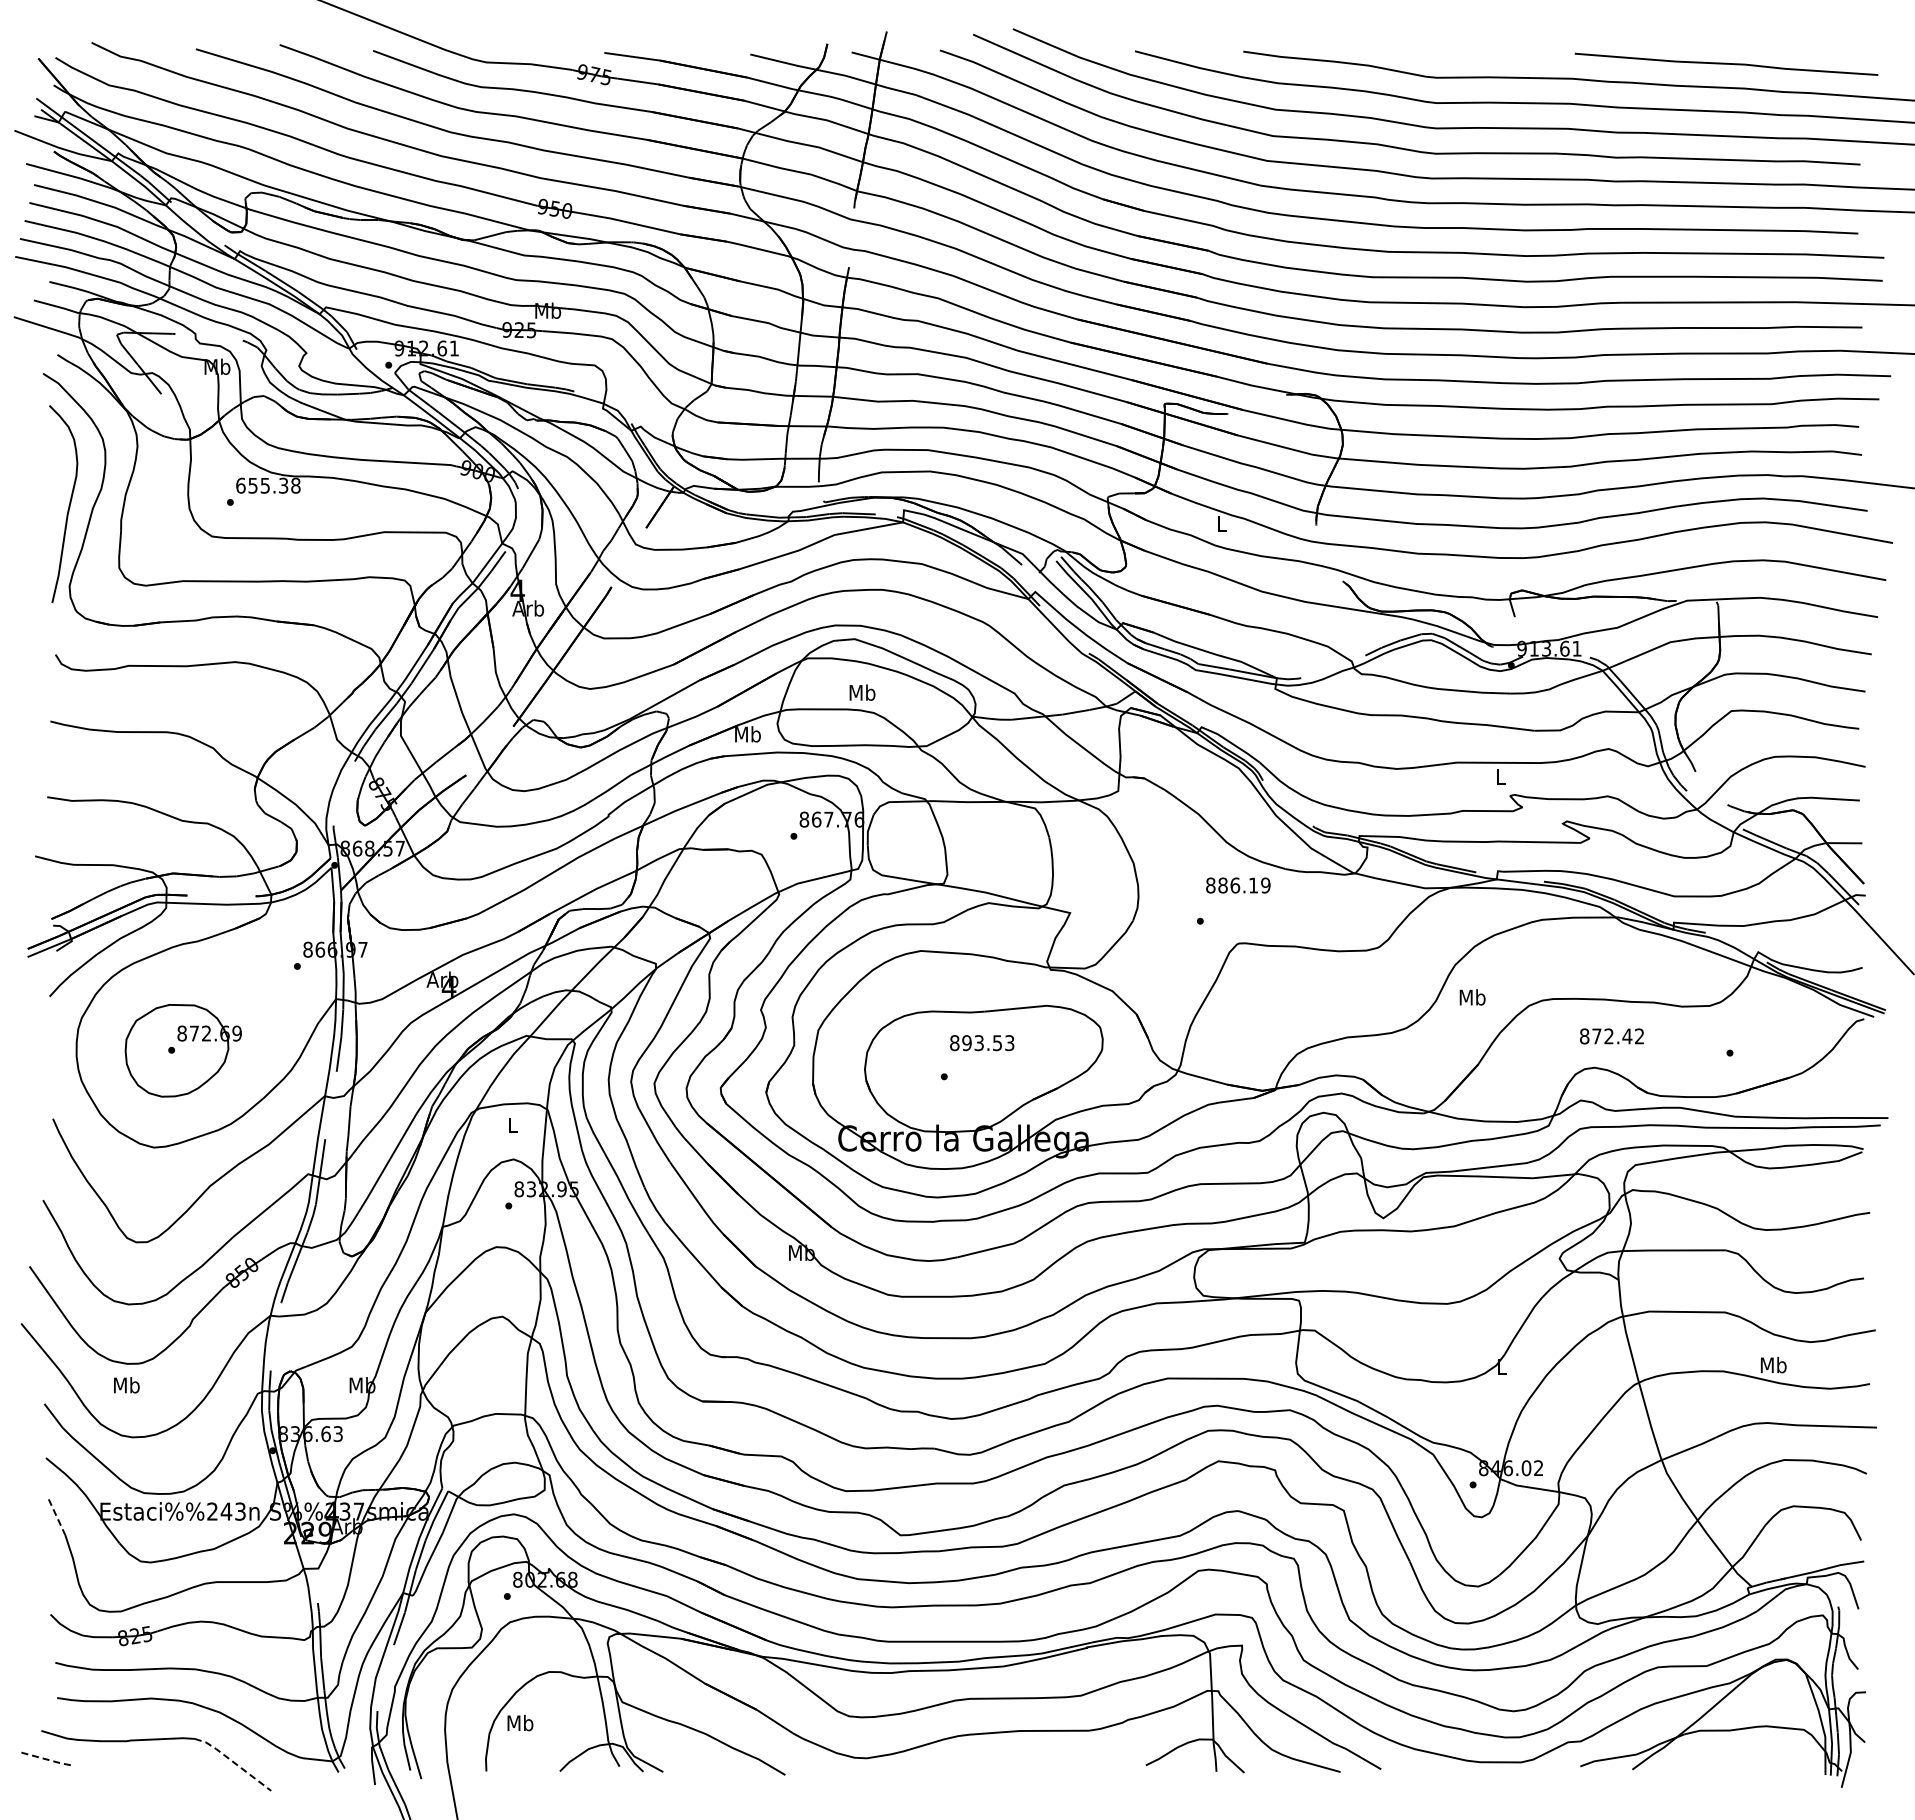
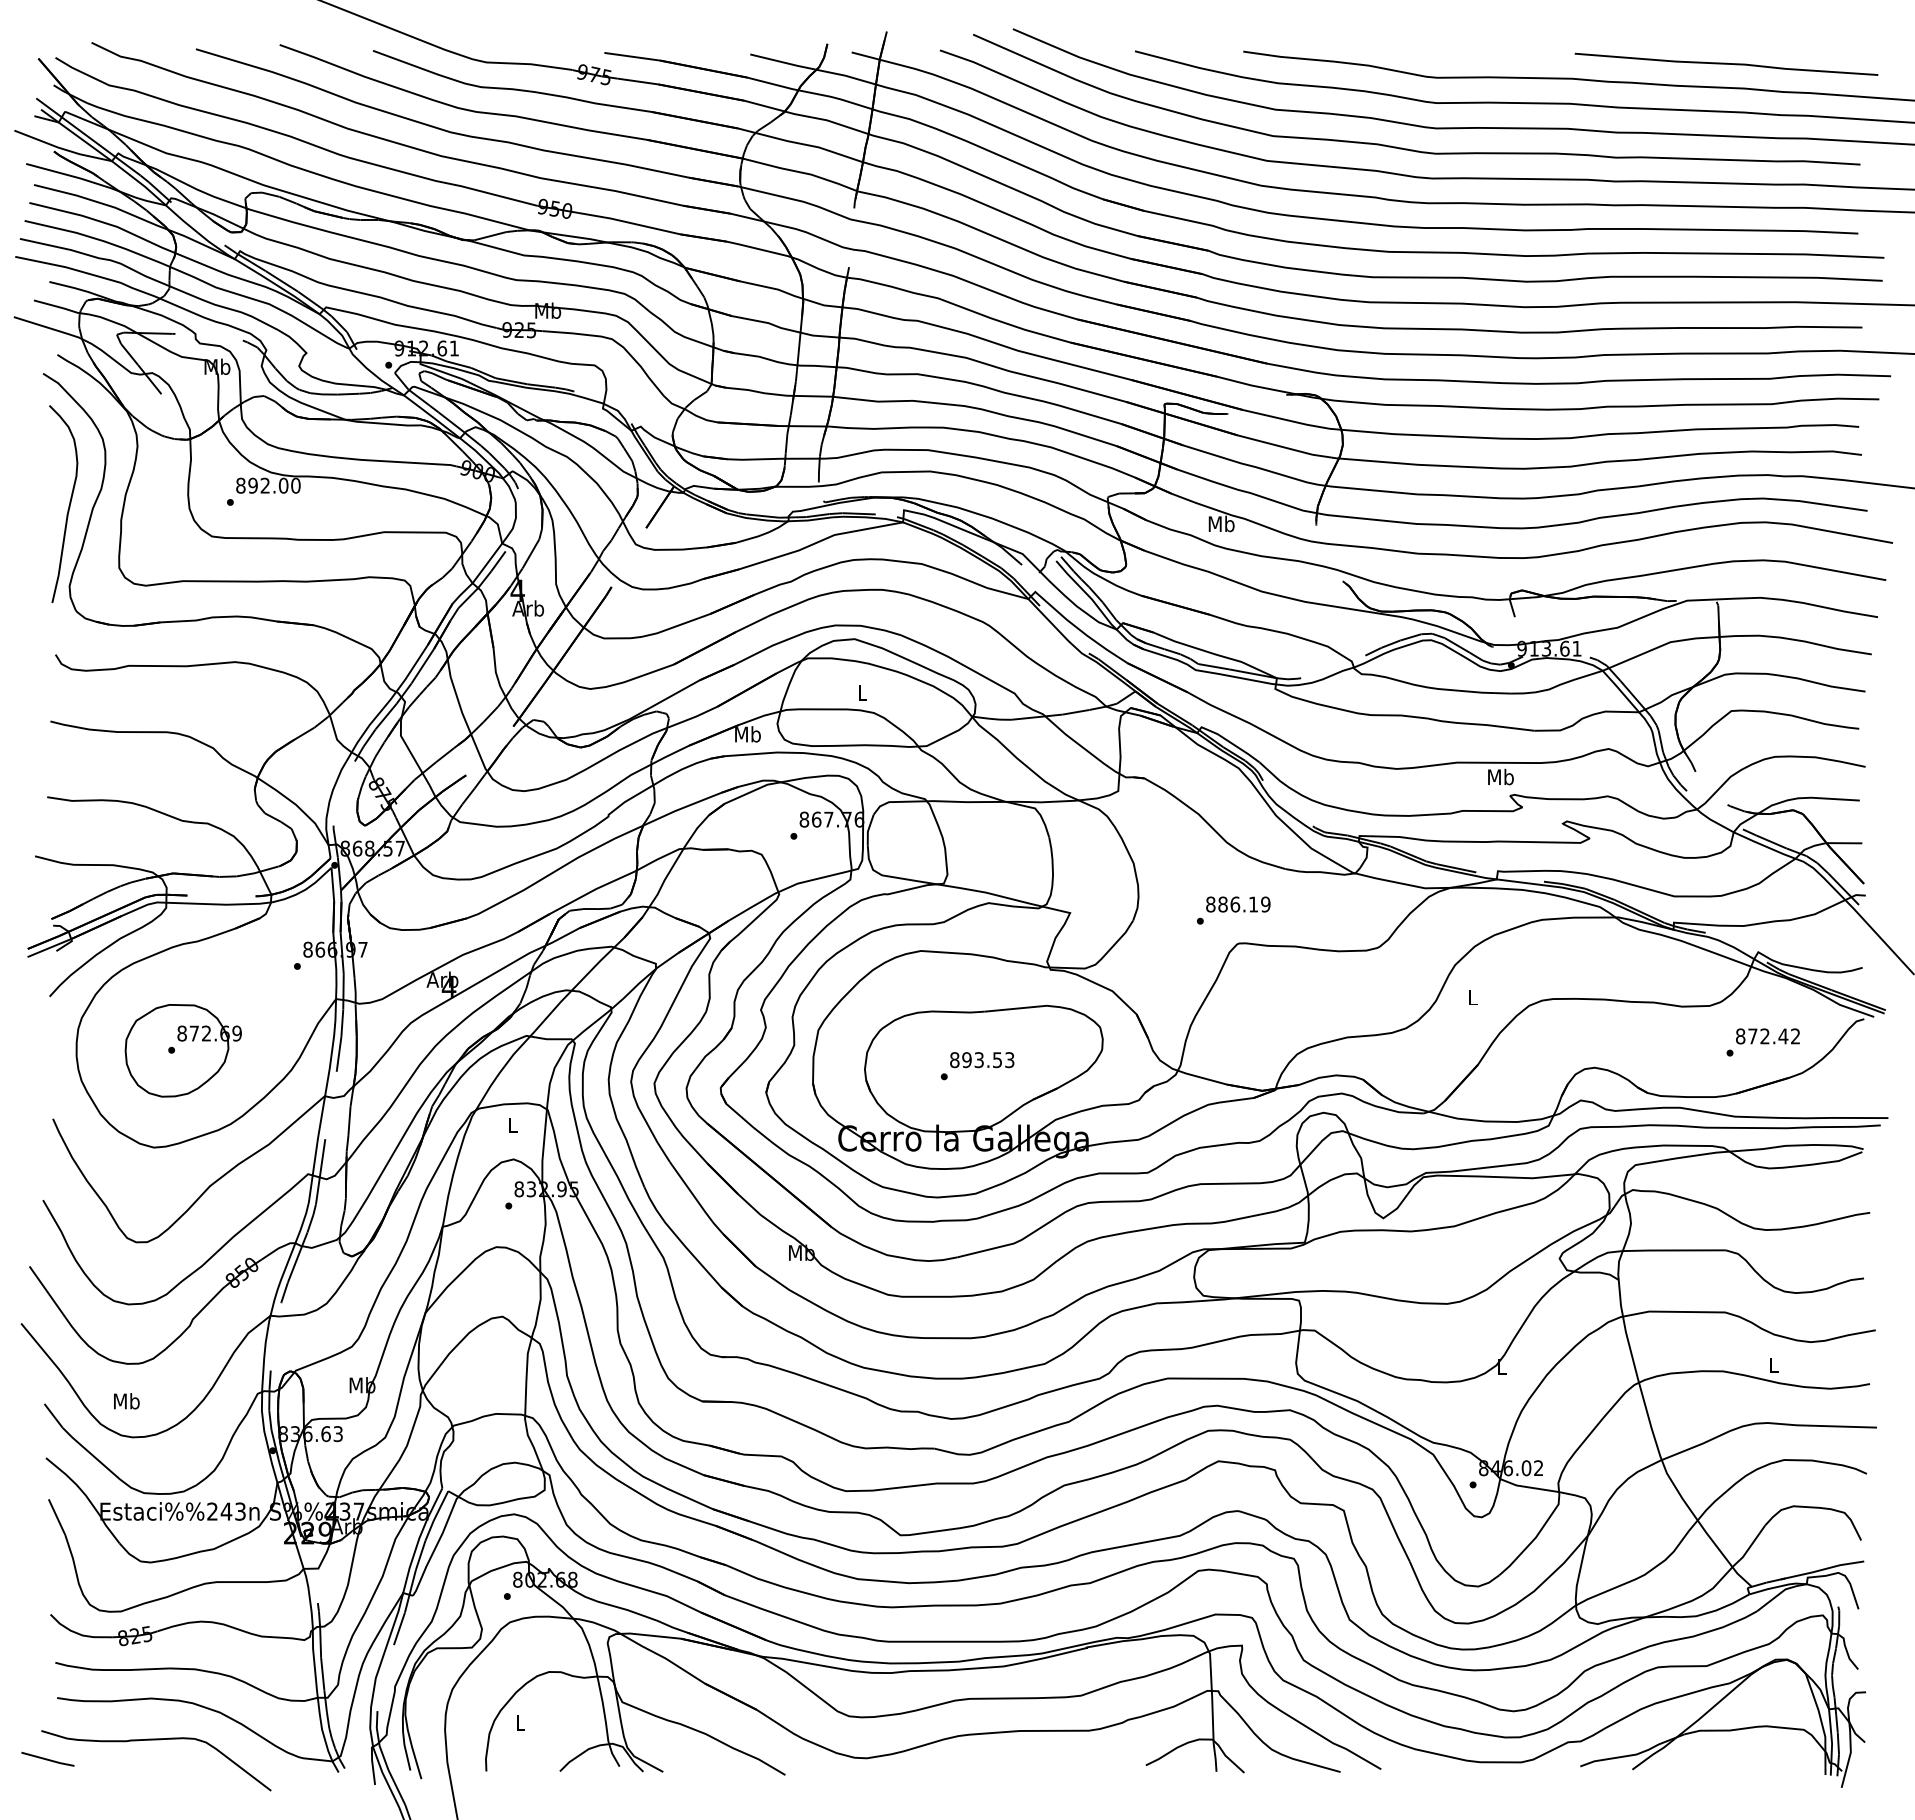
text at (268, 485): 655.38 -> 892.00
text at (1221, 523): L -> Mb
text at (862, 692): Mb -> L
text at (1500, 776): L -> Mb
text at (1238, 885) position: (1238, 885) -> (1238, 904)
text at (1472, 997): Mb -> L
text at (1611, 1036) position: (1611, 1036) -> (1767, 1036)
text at (982, 1043) position: (982, 1043) -> (982, 1060)
text at (1773, 1364): Mb -> L
text at (126, 1385) position: (126, 1385) -> (126, 1401)
line at (57, 1517): dashed -> solid
text at (520, 1722): Mb -> L
line at (48, 1760): dashed -> solid
line at (233, 1762): dashed -> solid
